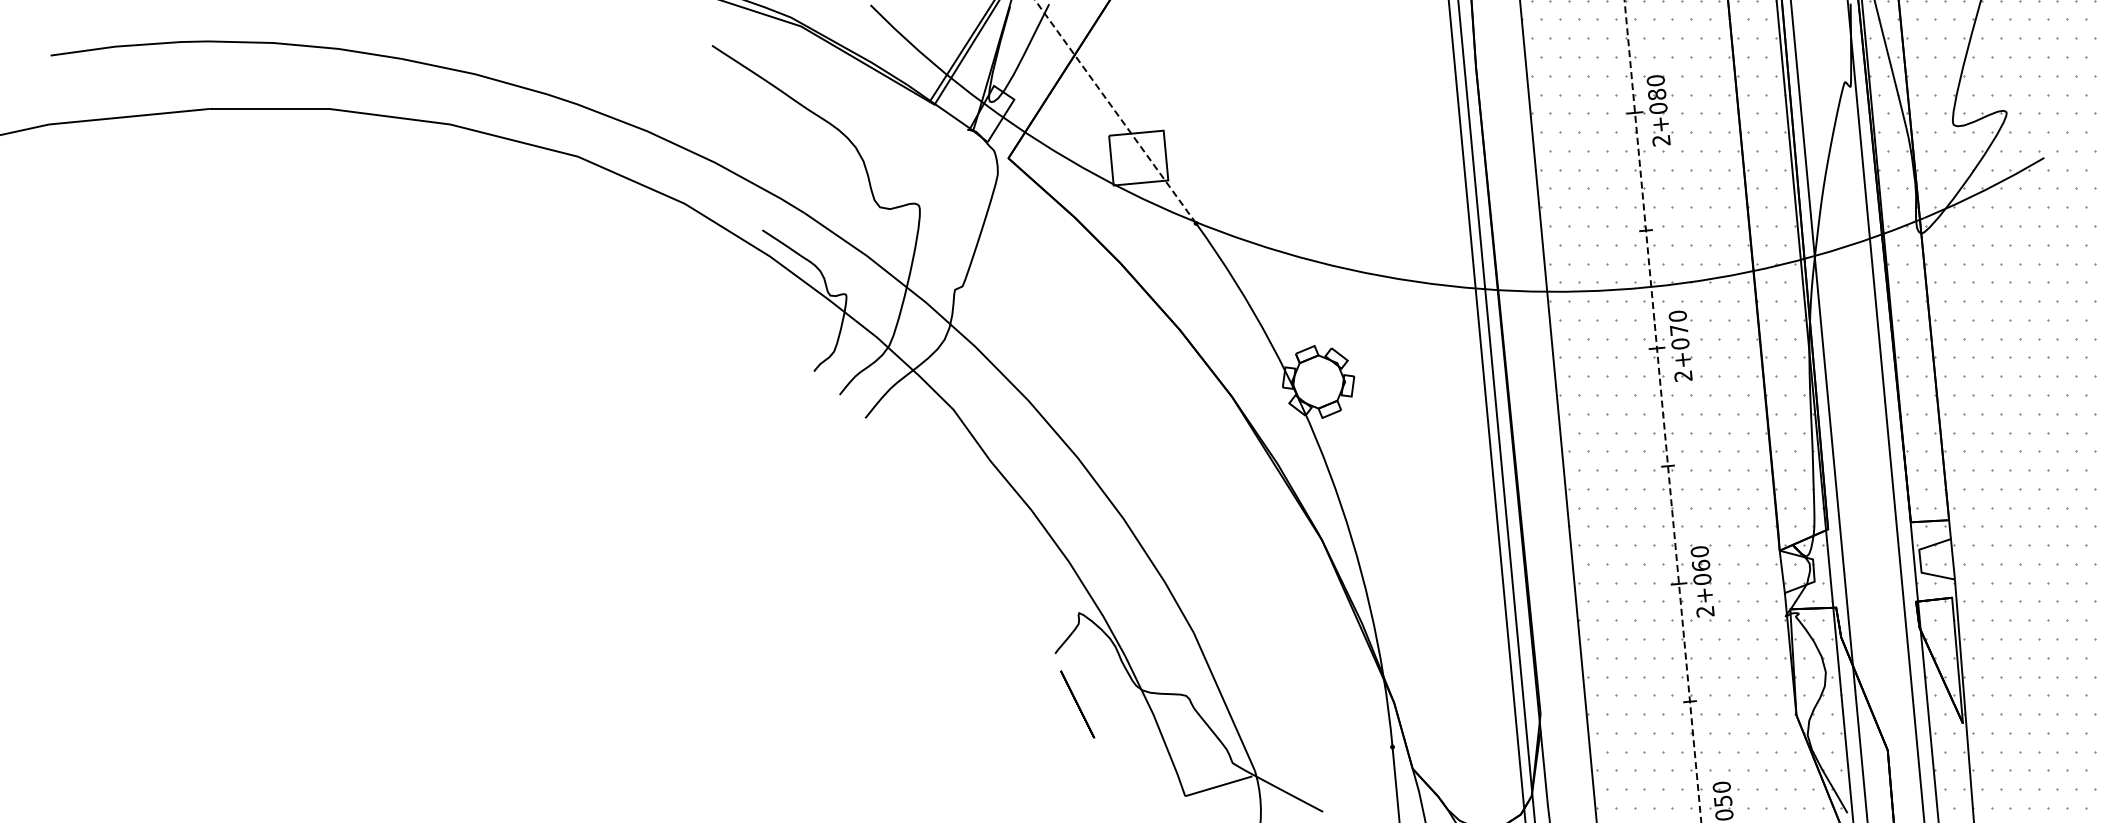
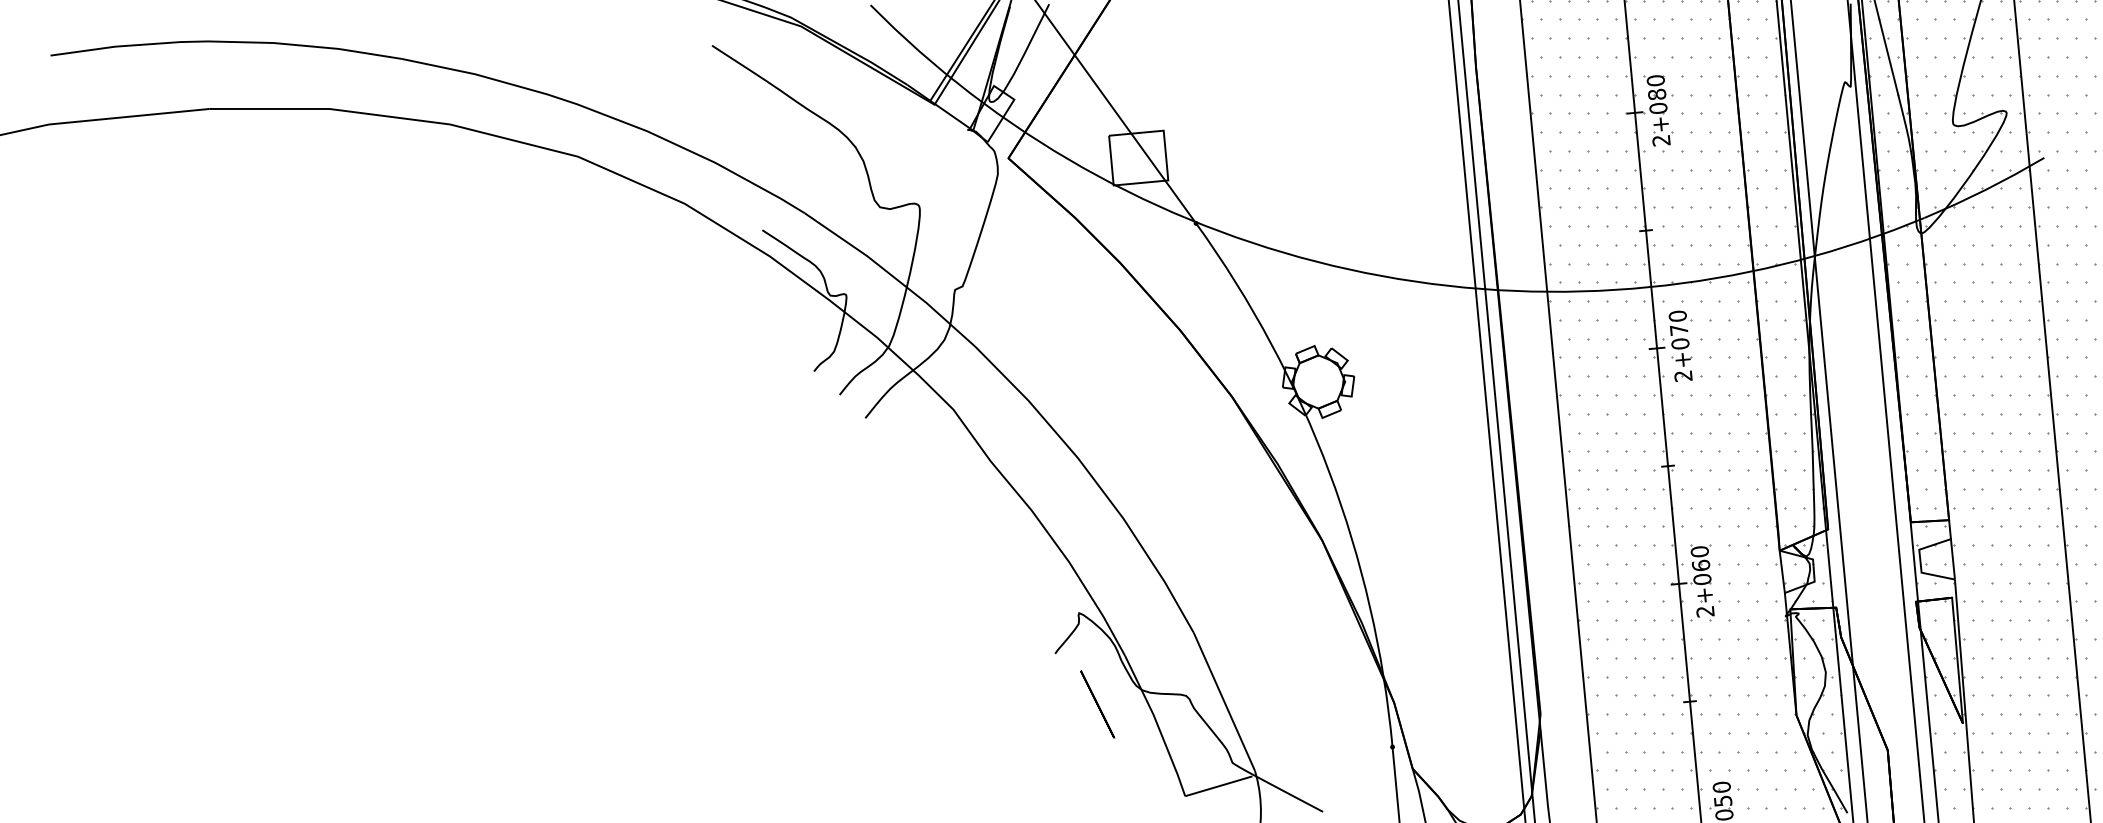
line at (1115, 111): dashed -> solid
line at (2052, 410): none -> present
line at (1662, 411): dashed -> solid
line at (1077, 704) position: (1077, 704) -> (1097, 704)
